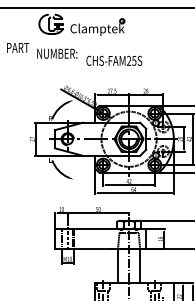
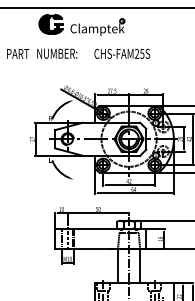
fill at (51, 23): none -> present
text at (18, 47) position: (18, 47) -> (18, 53)
text at (114, 60) position: (114, 60) -> (122, 53)
